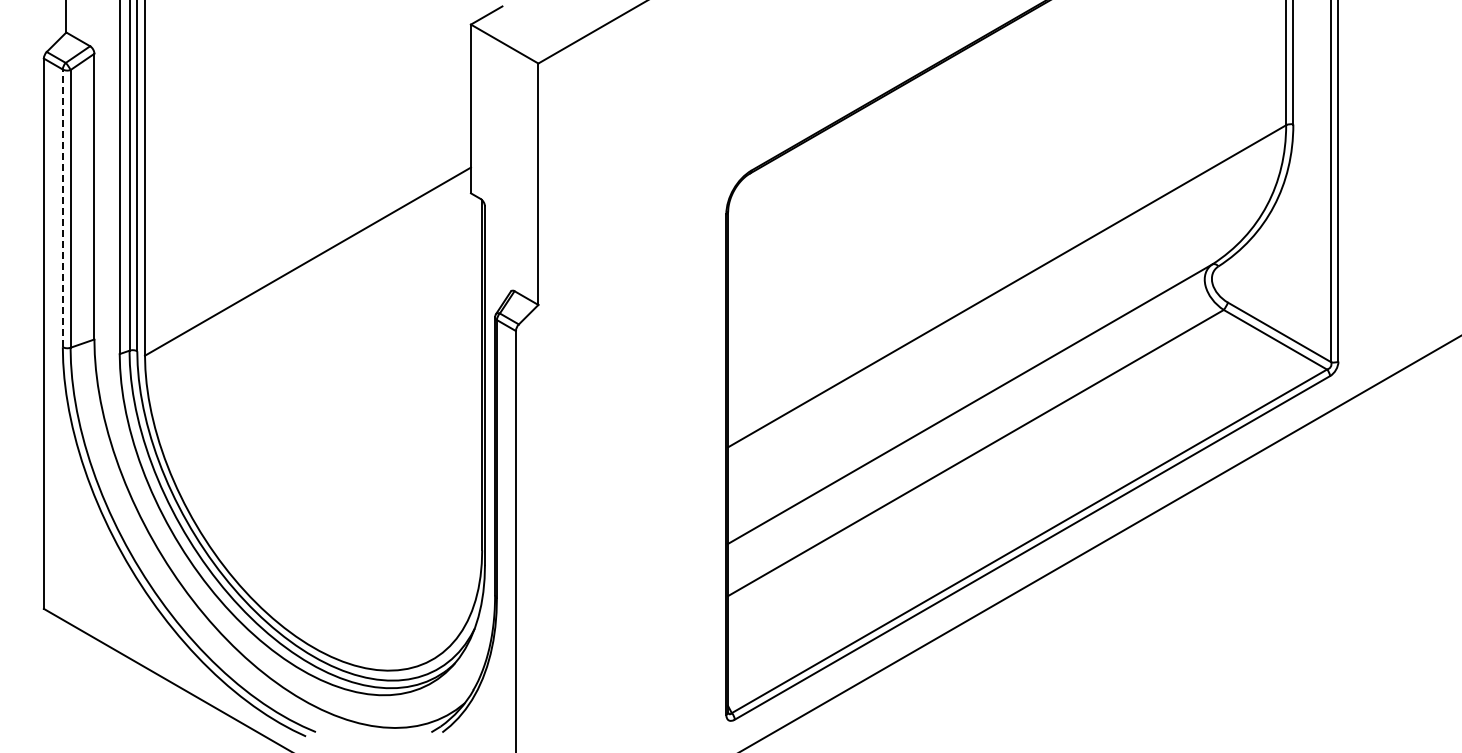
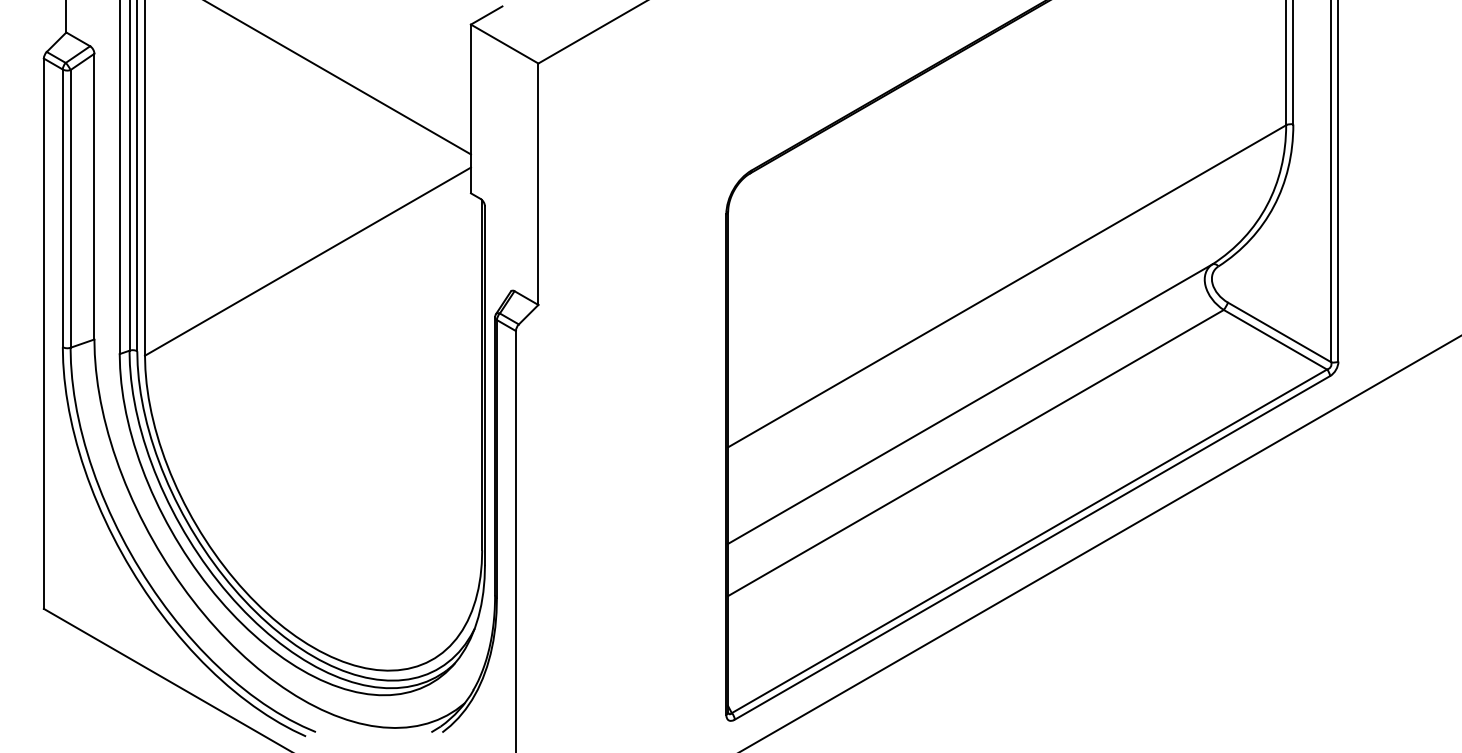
line at (338, 78): none -> present
line at (62, 208): dashed -> solid
